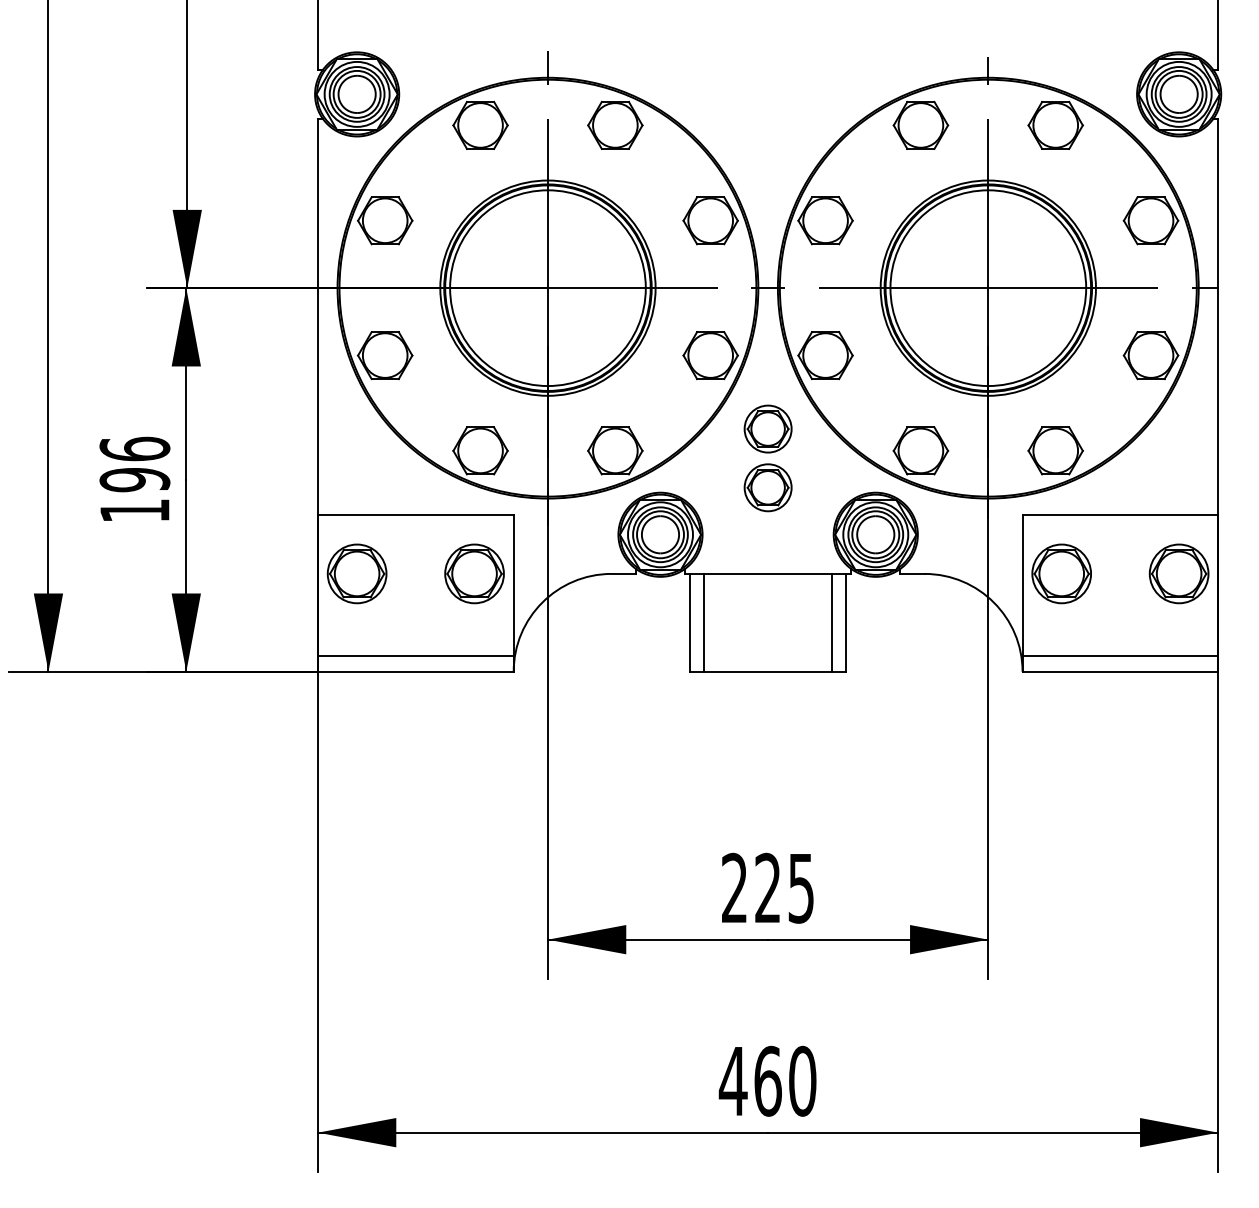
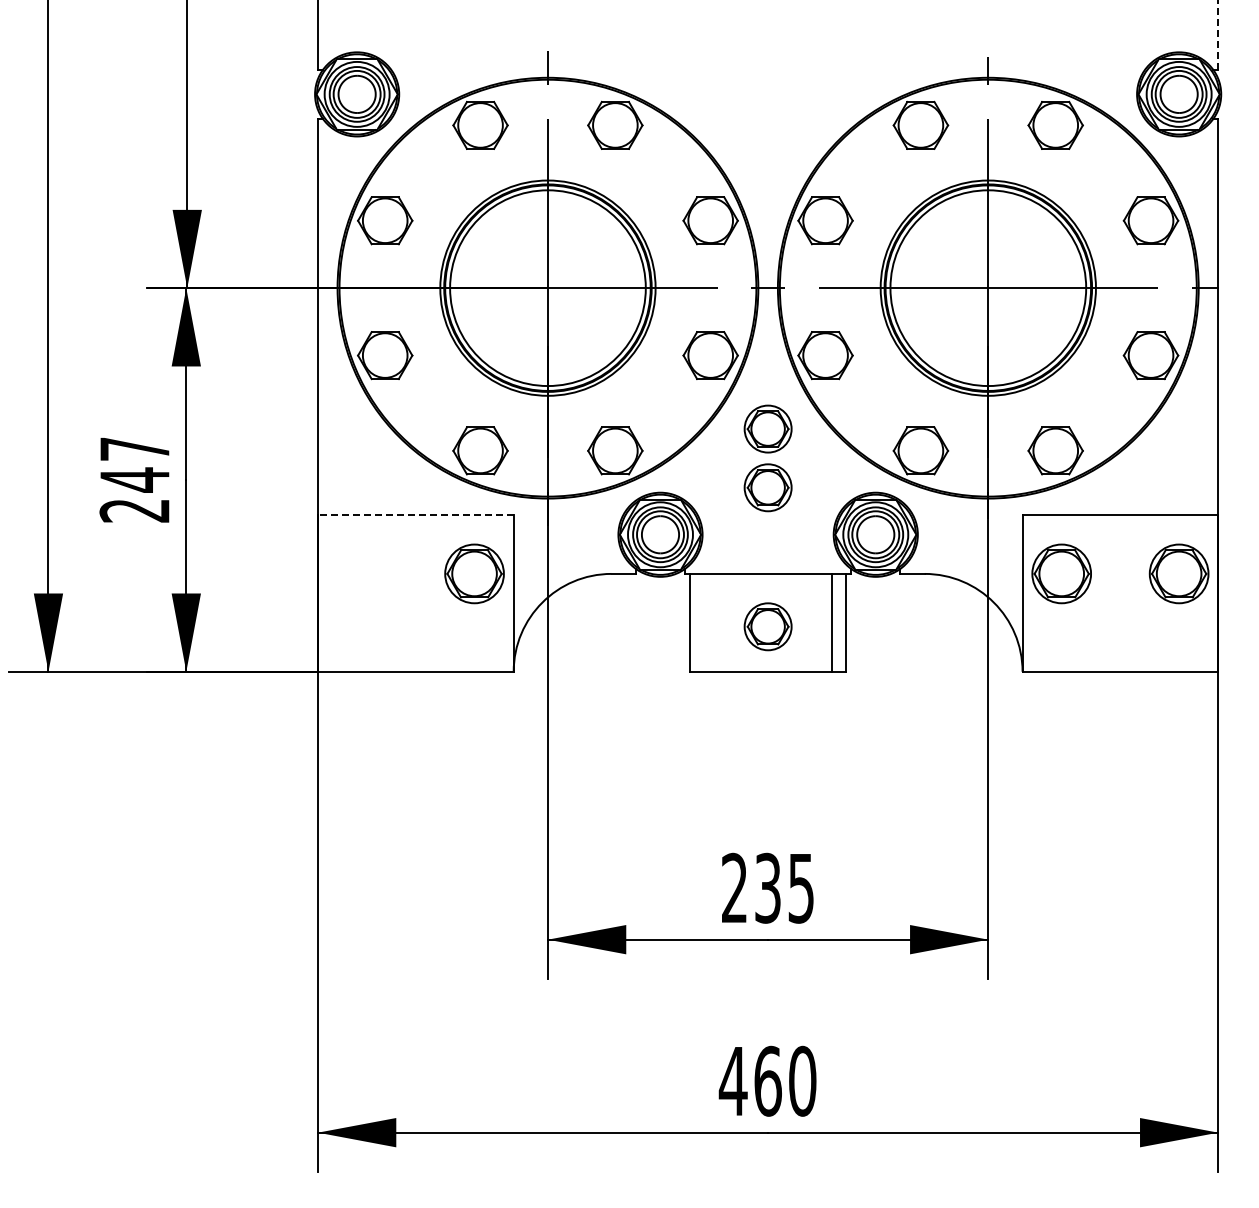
line at (1218, 34): solid -> dashed
text at (134, 479): 196 -> 247
line at (415, 515): solid -> dashed
part at (356, 573): present -> none
line at (704, 622): present -> none
part at (767, 626): none -> present
line at (415, 656): present -> none
line at (1120, 656): present -> none
text at (767, 888): 225 -> 235
